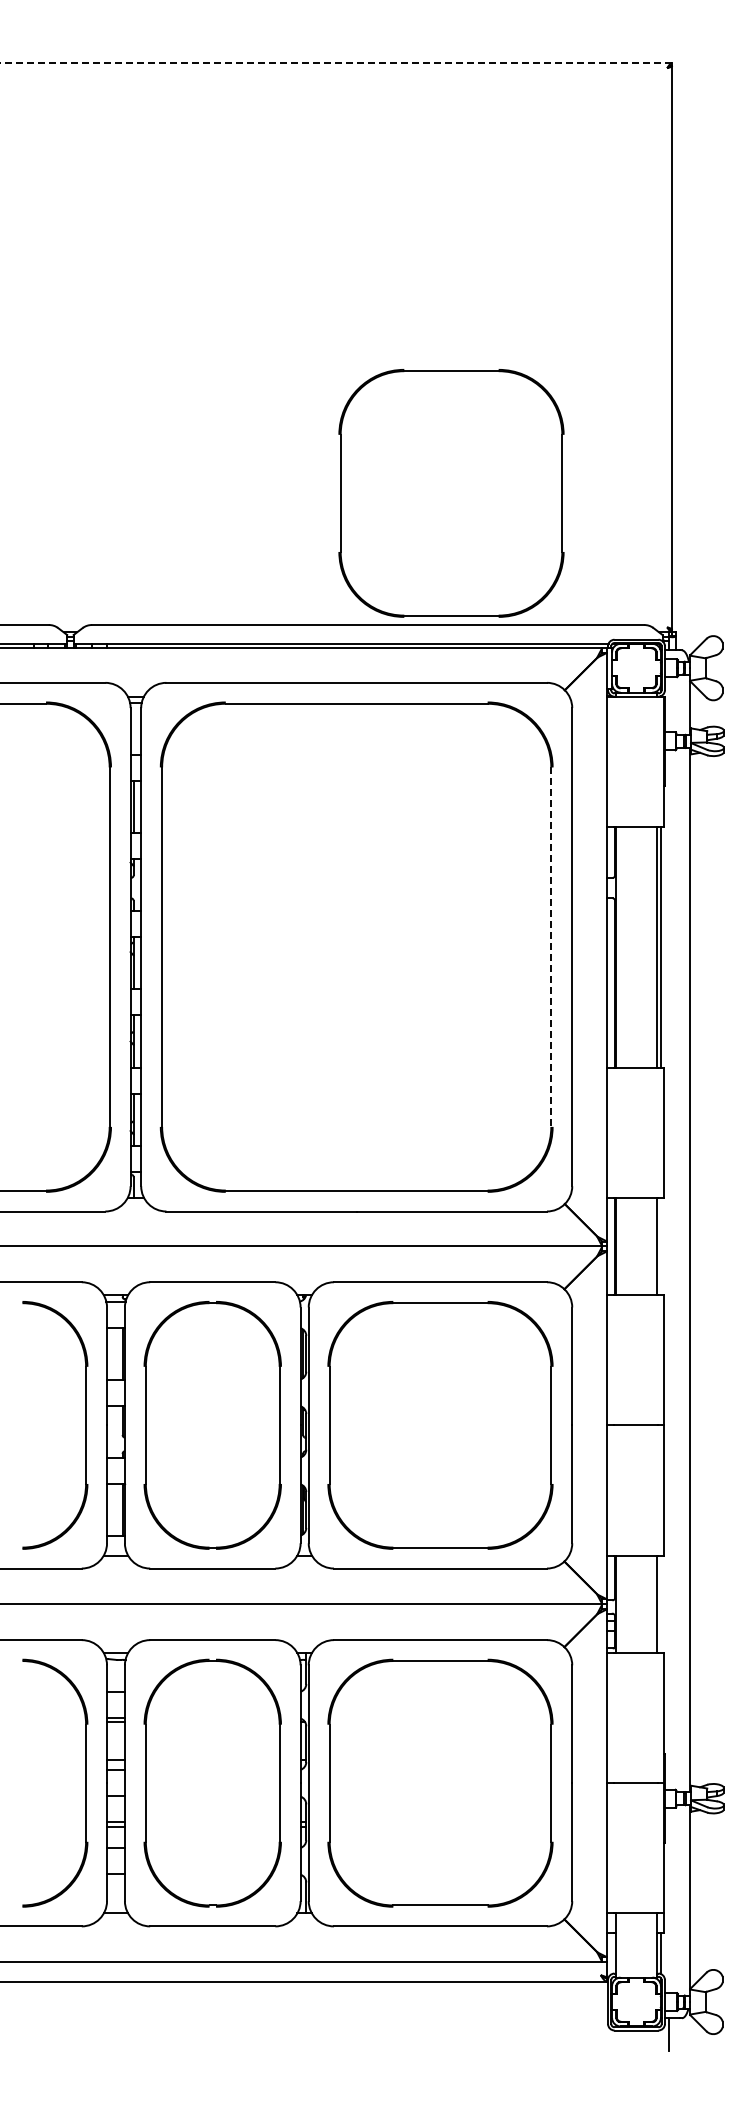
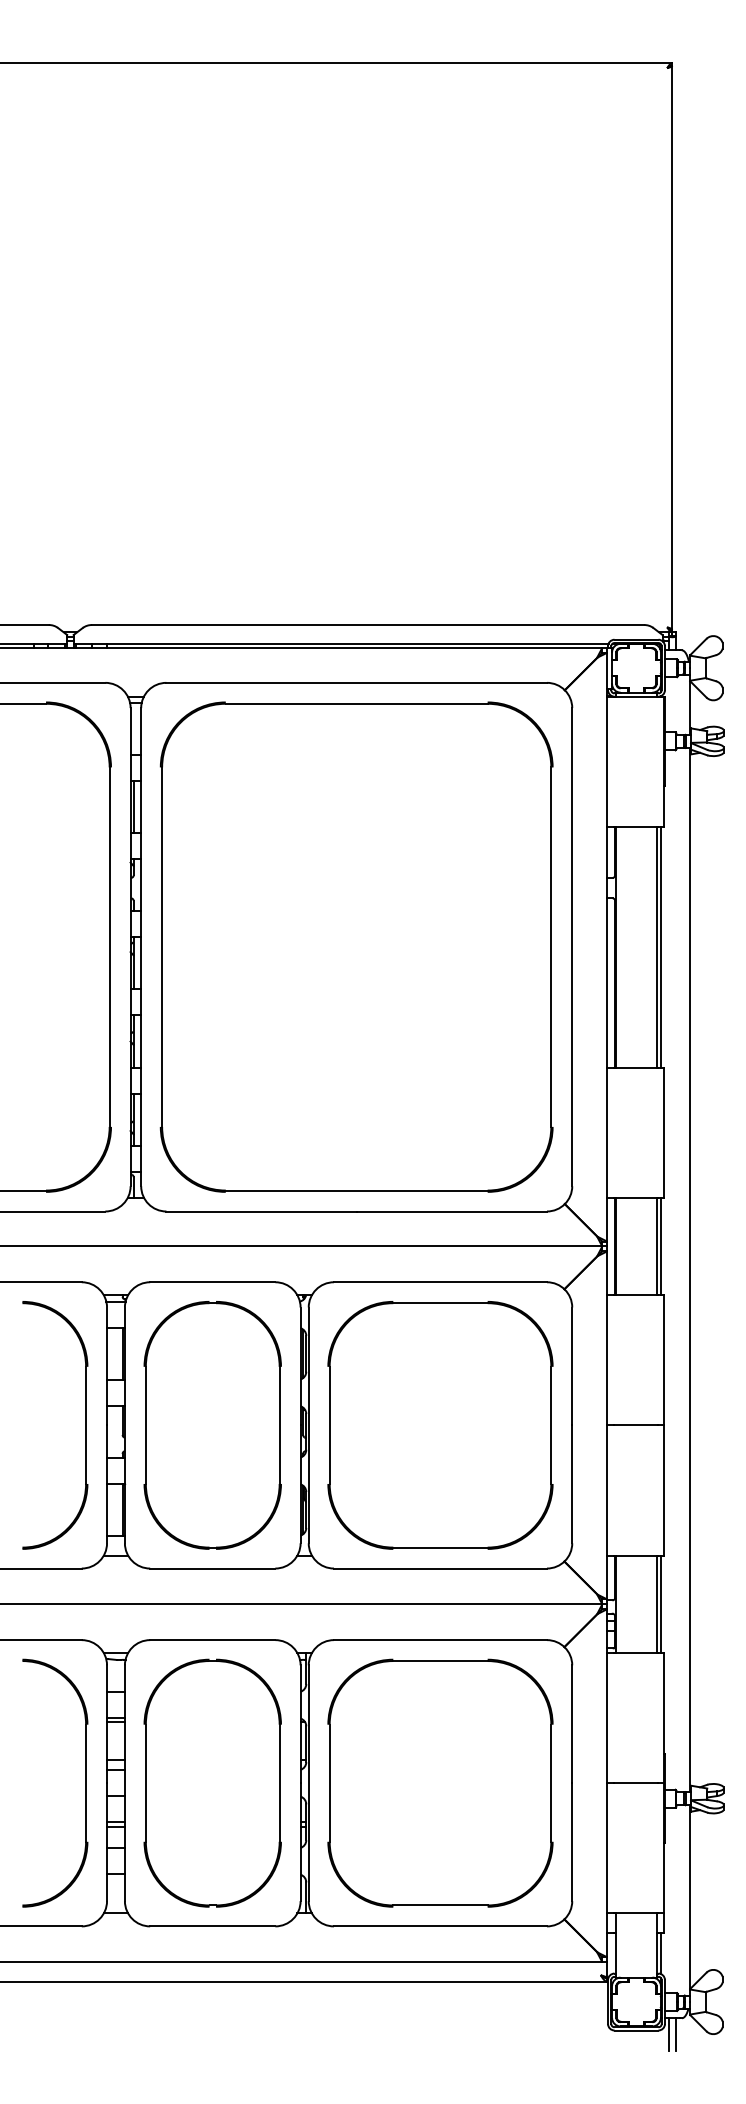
line at (336, 63): dashed -> solid
part at (451, 493): present -> none
line at (551, 947): dashed -> solid
line at (660, 1246): none -> present
line at (660, 1604): none -> present
line at (675, 2034): none -> present
